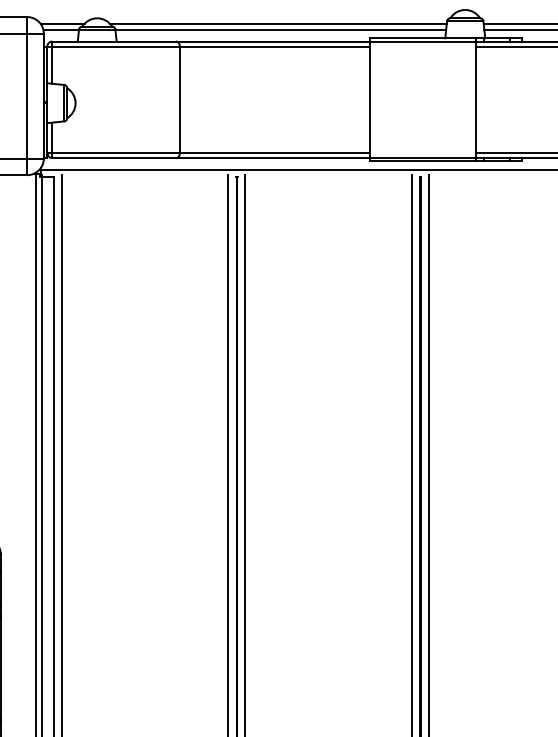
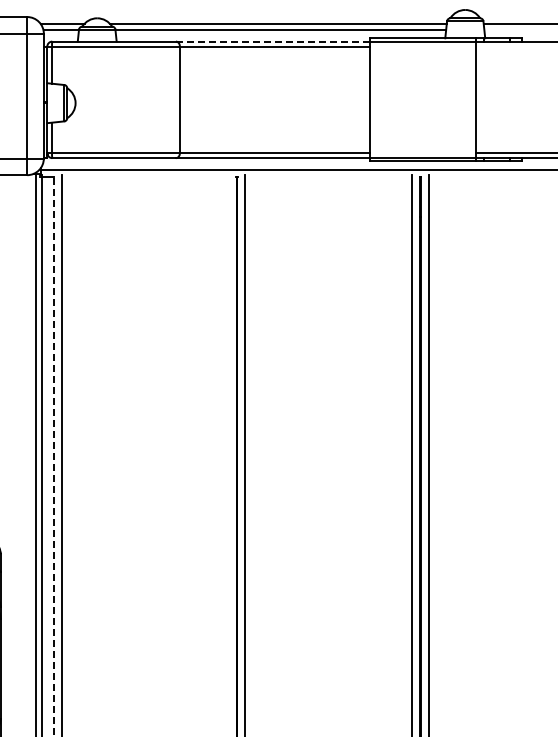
line at (519, 30): present -> none
line at (273, 41): solid -> dashed
line at (515, 46): present -> none
line at (228, 453): present -> none
line at (53, 456): solid -> dashed
